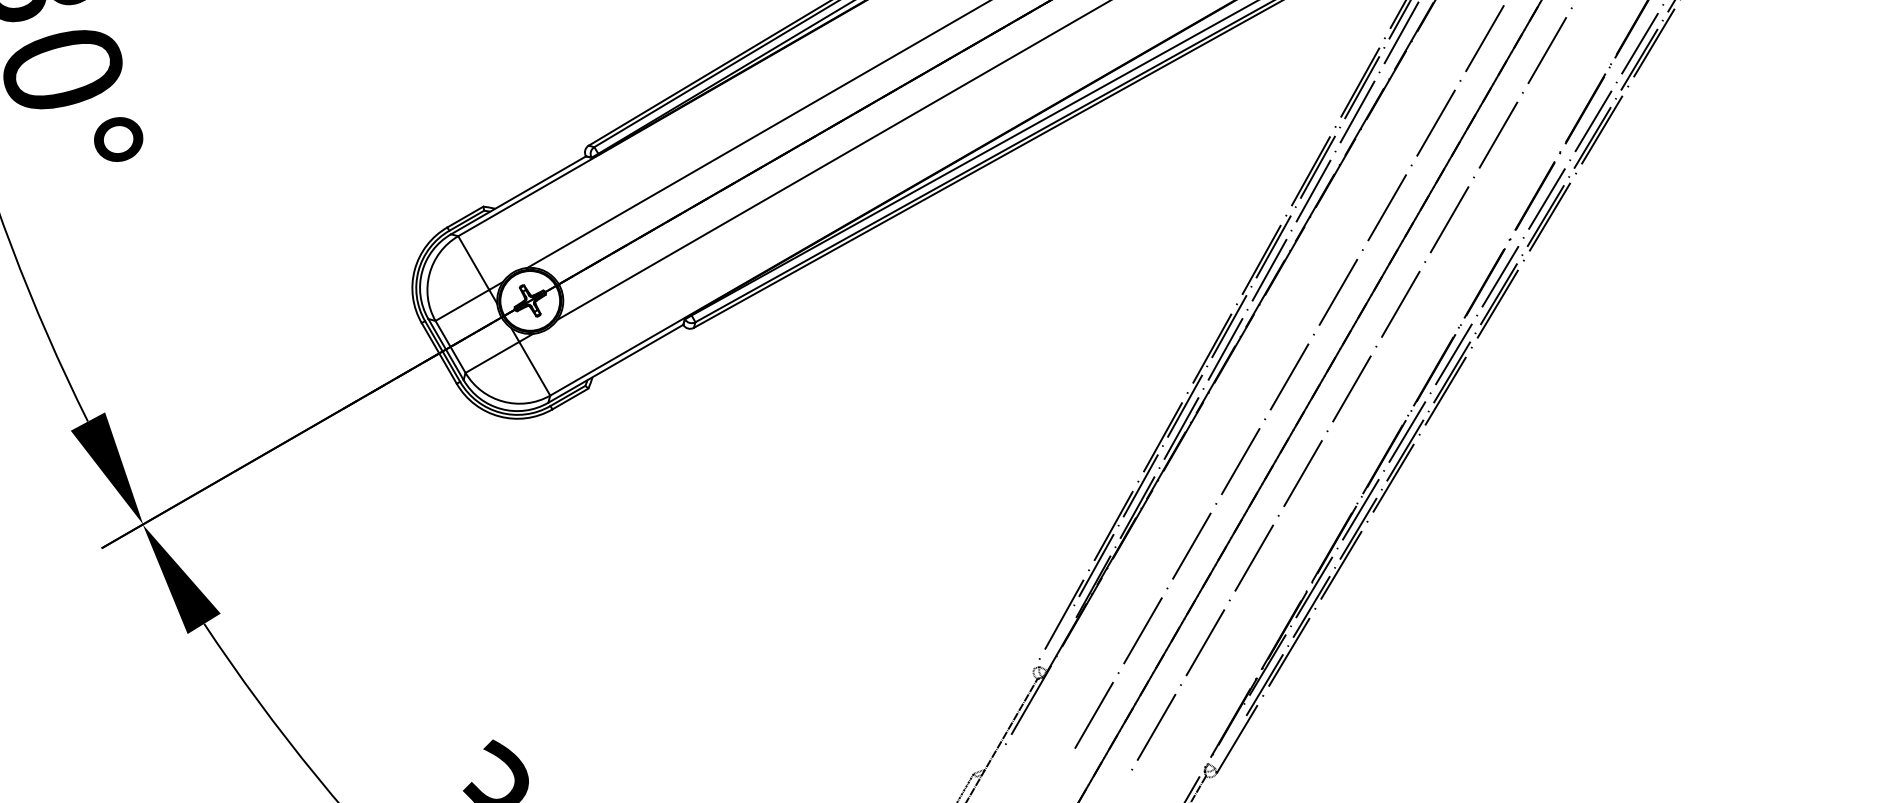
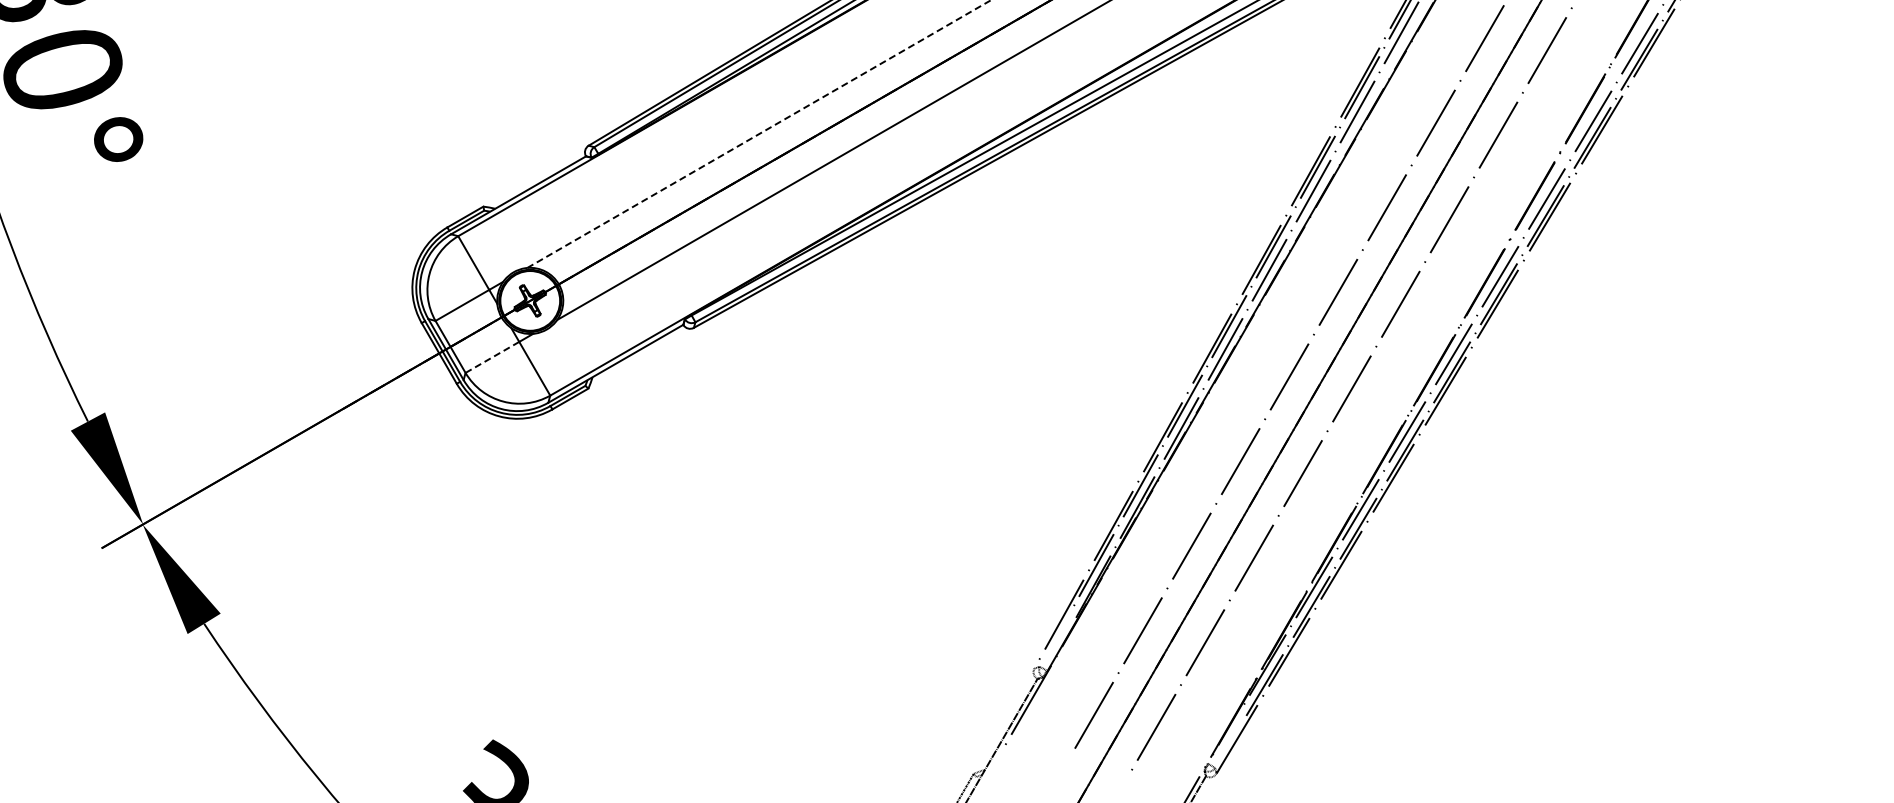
line at (759, 134): solid -> dashed
line at (492, 357): solid -> dashed
